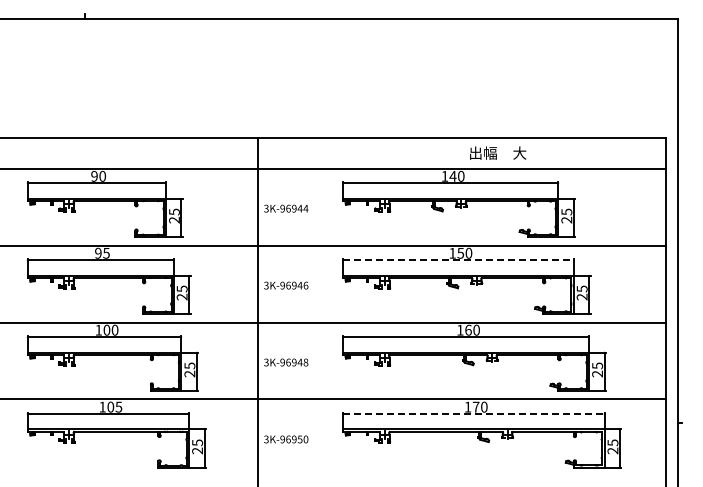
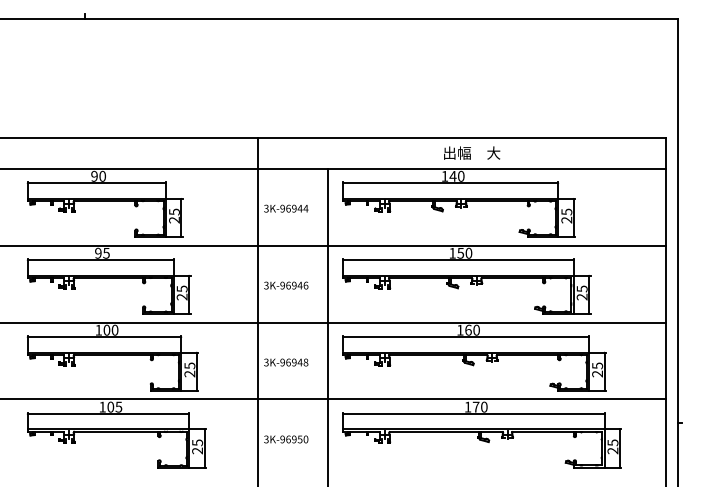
text at (498, 152) position: (498, 152) -> (472, 152)
line at (458, 260): dashed -> solid
line at (327, 325): none -> present
line at (473, 414): dashed -> solid
